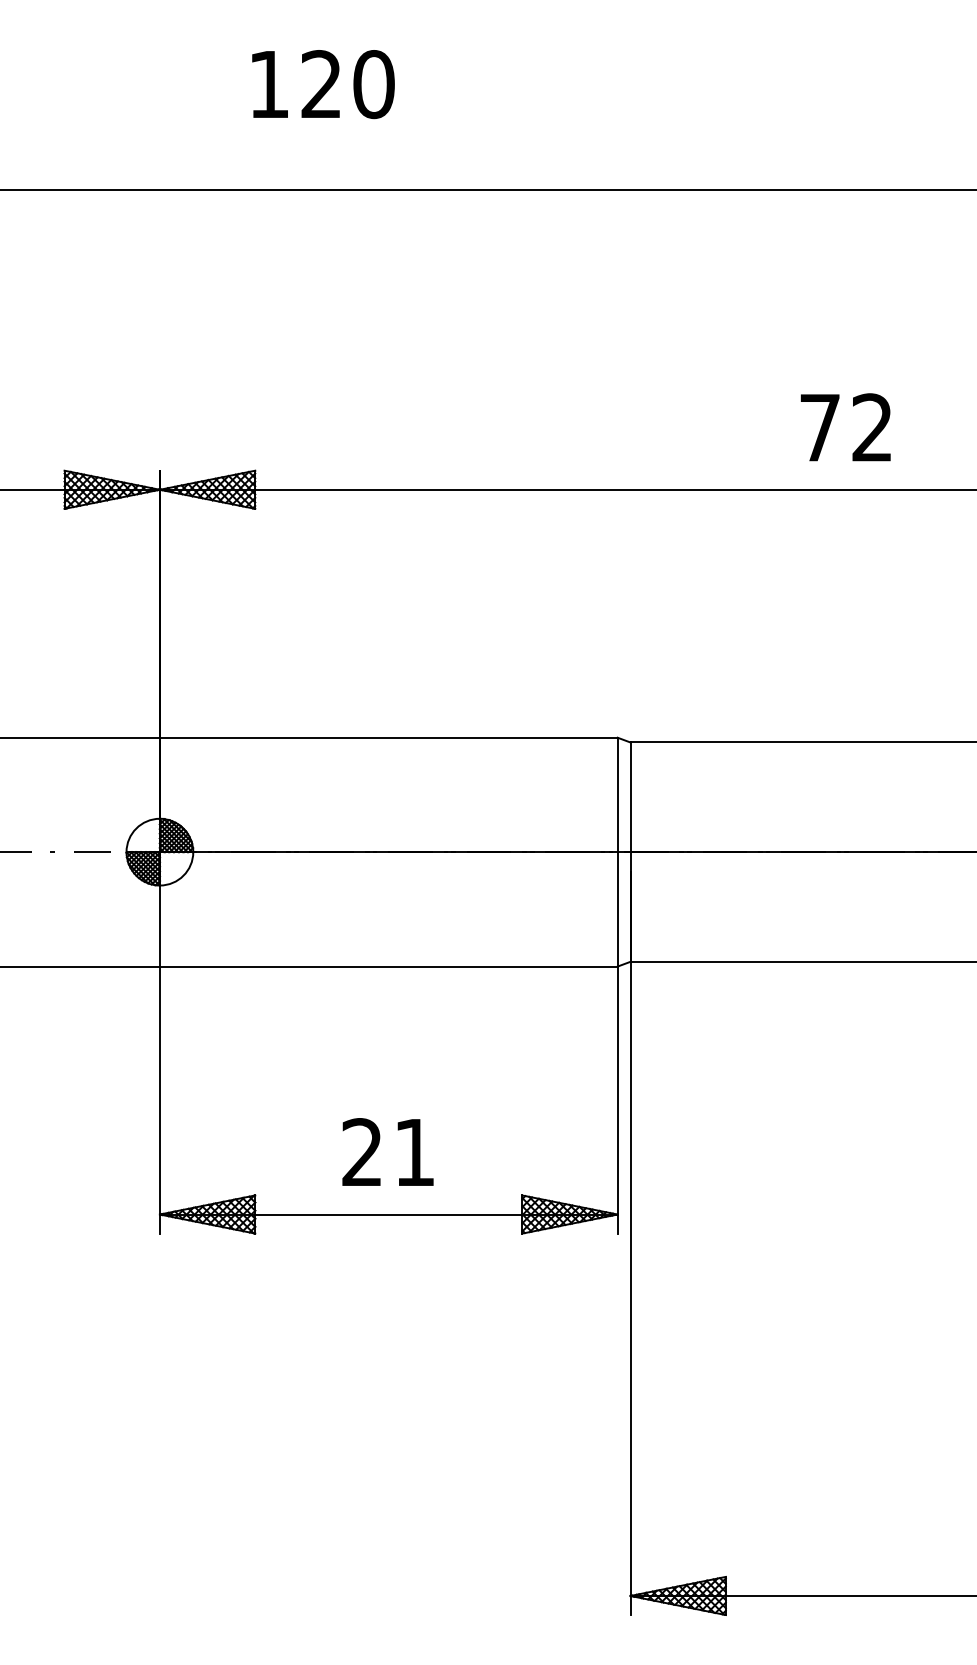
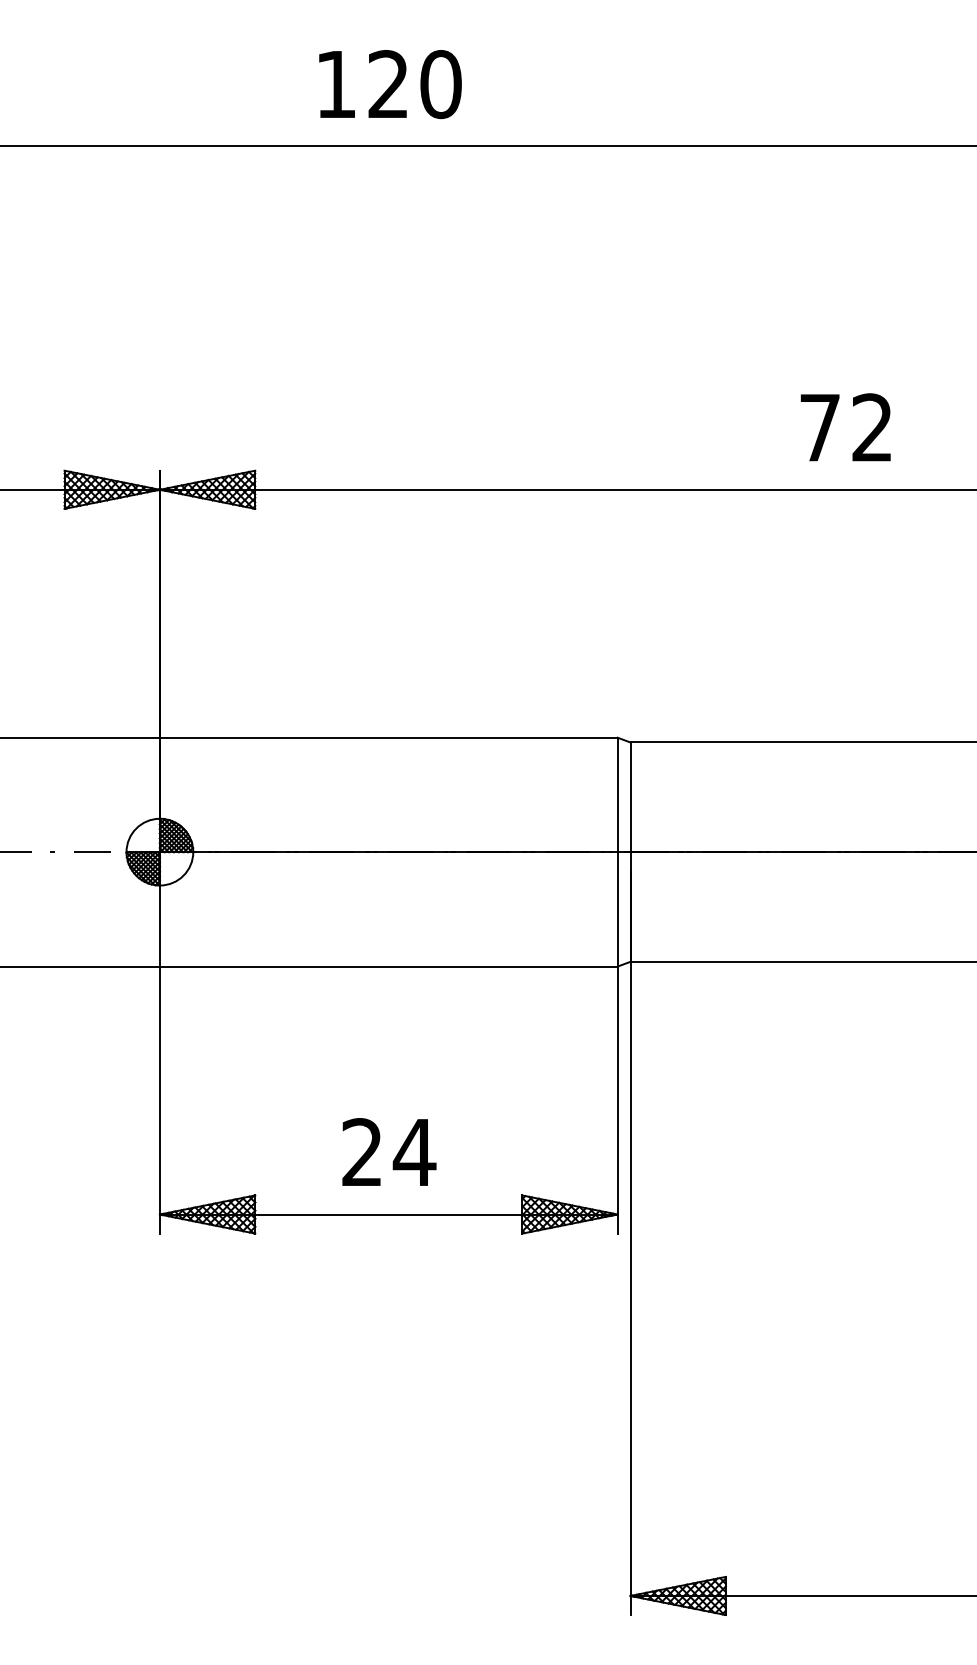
text at (323, 84) position: (323, 84) -> (390, 84)
line at (487, 190) position: (487, 190) -> (487, 146)
text at (414, 1152): 21 -> 24
